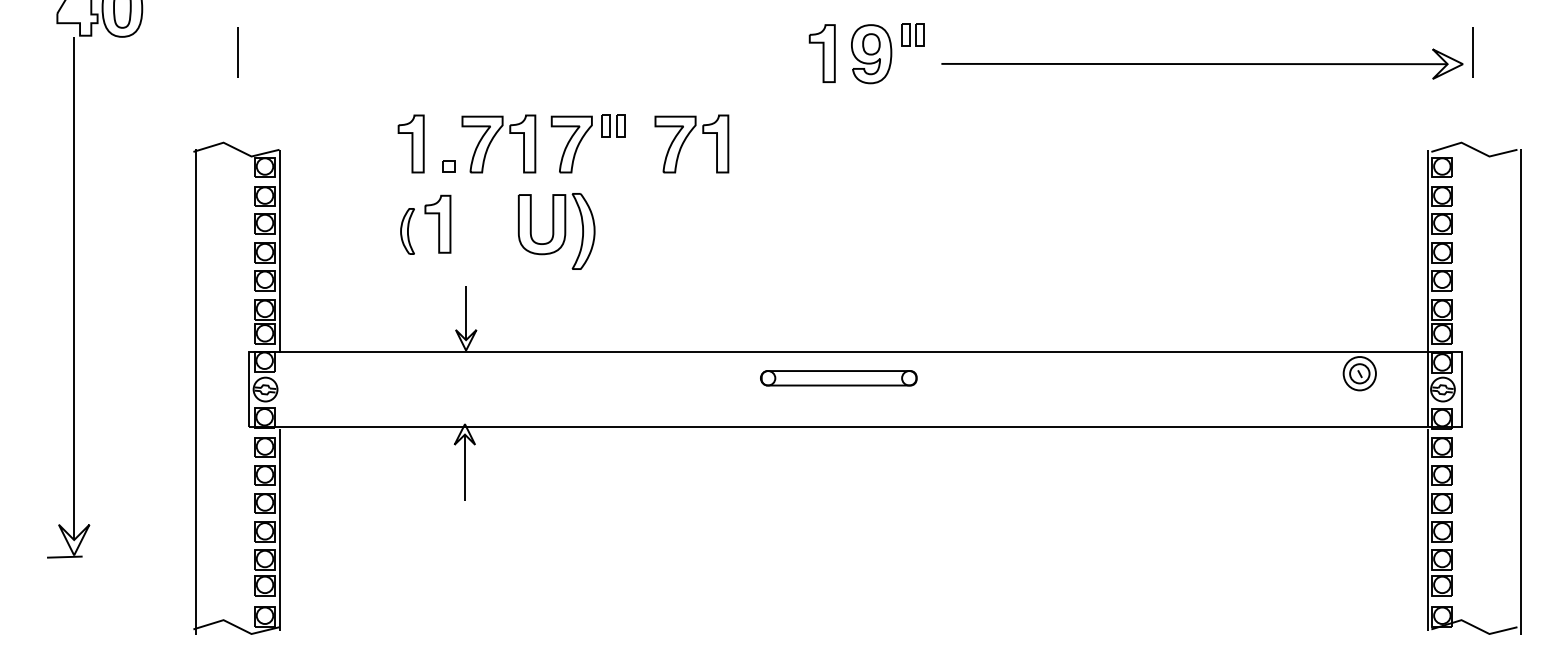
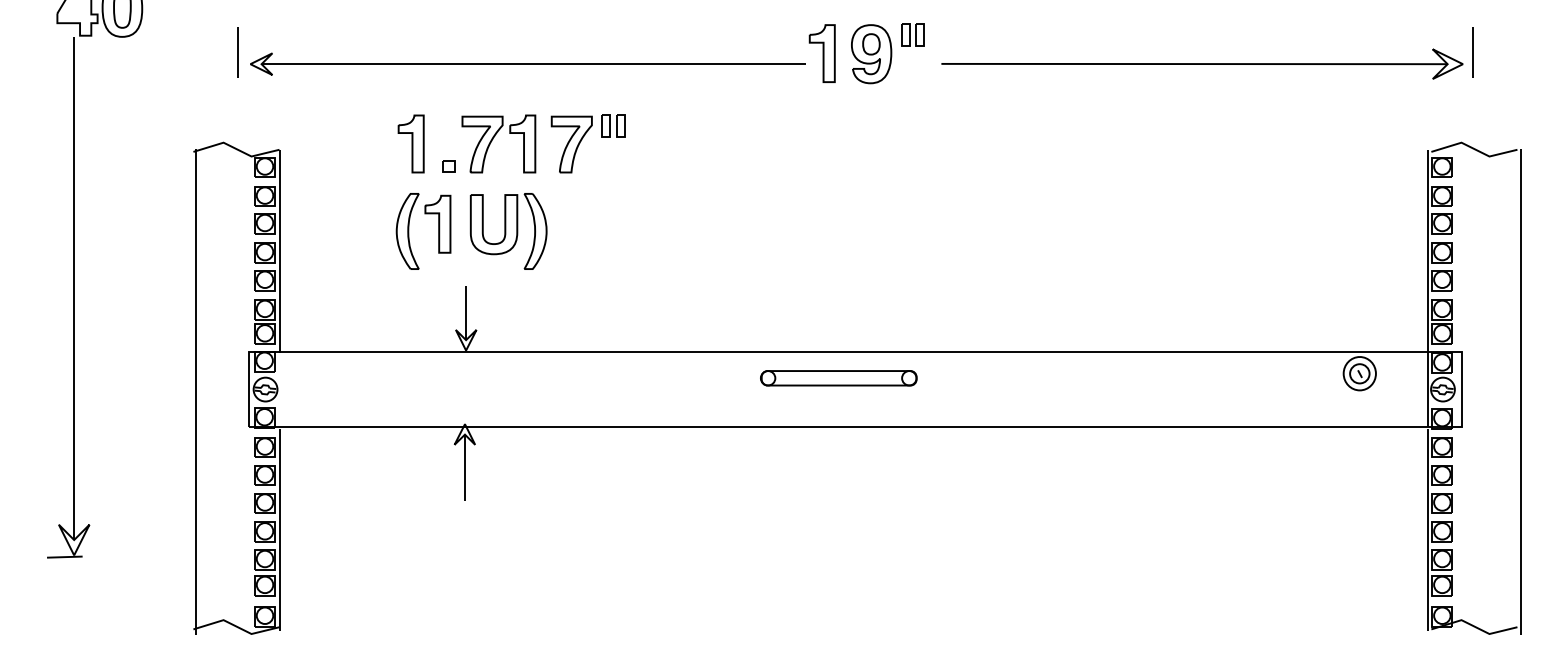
part at (527, 63): none -> present
part at (685, 141): present -> none
part at (407, 231) size: 15x47 px -> 25x77 px
part at (556, 231) position: (556, 231) -> (508, 231)
